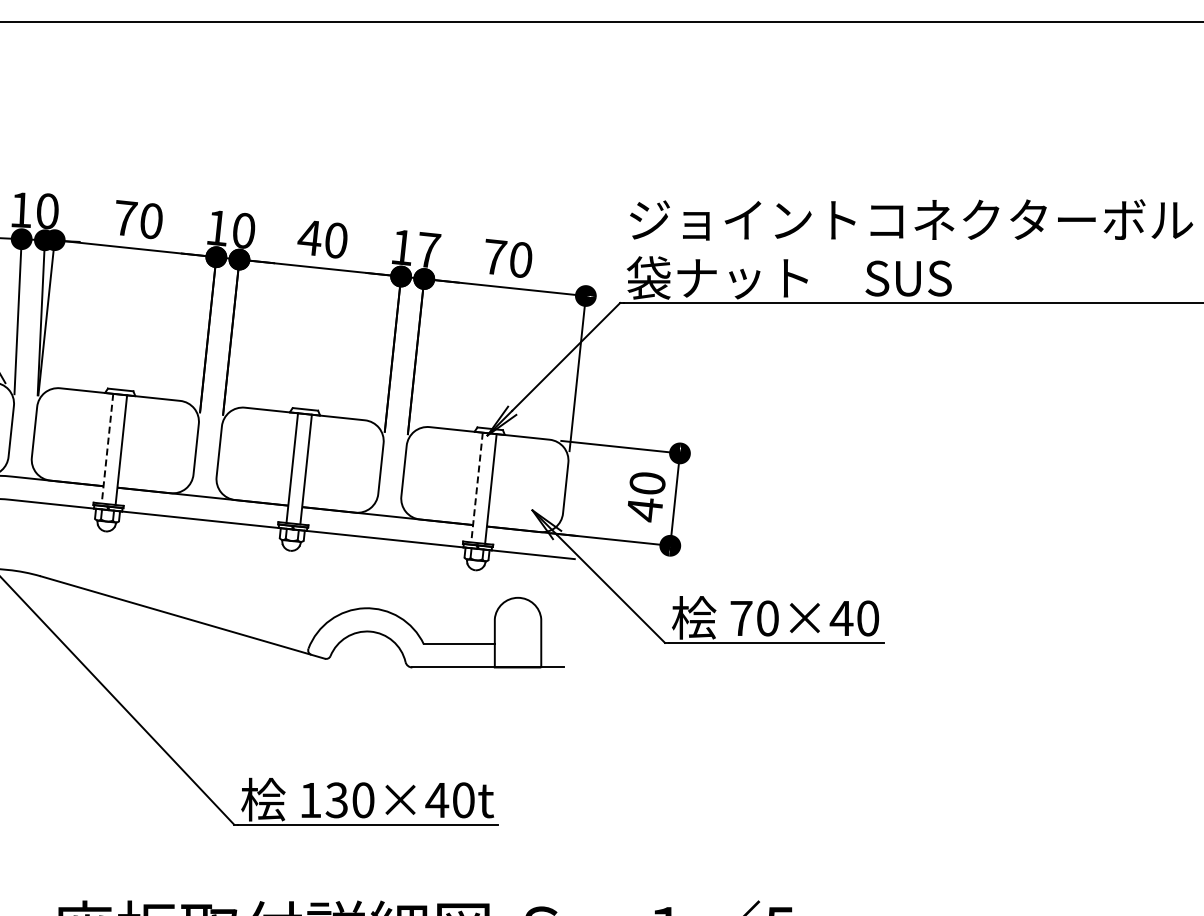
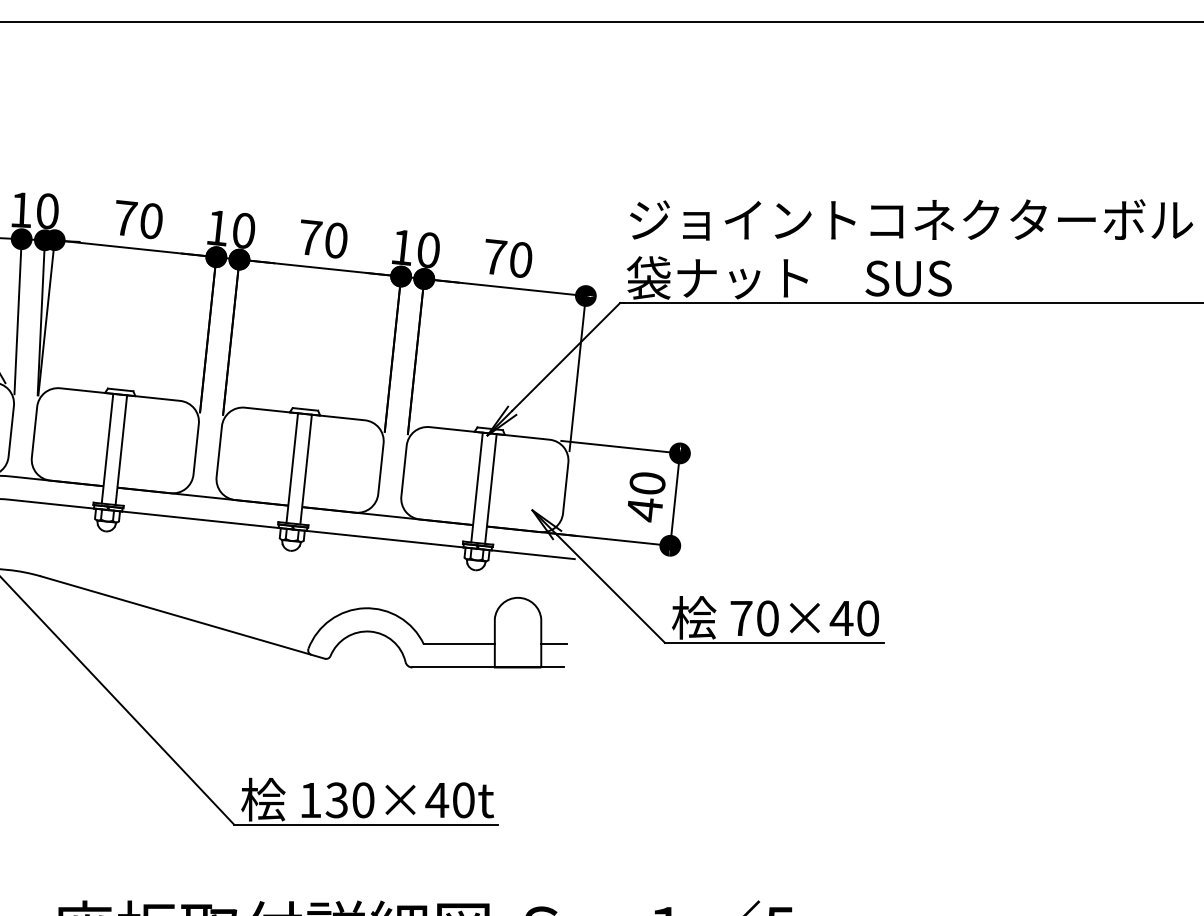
text at (309, 237): 40 -> 70
text at (429, 250): 17 -> 10
line at (107, 449): dashed -> solid
line at (476, 488): dashed -> solid
line at (553, 644): none -> present
